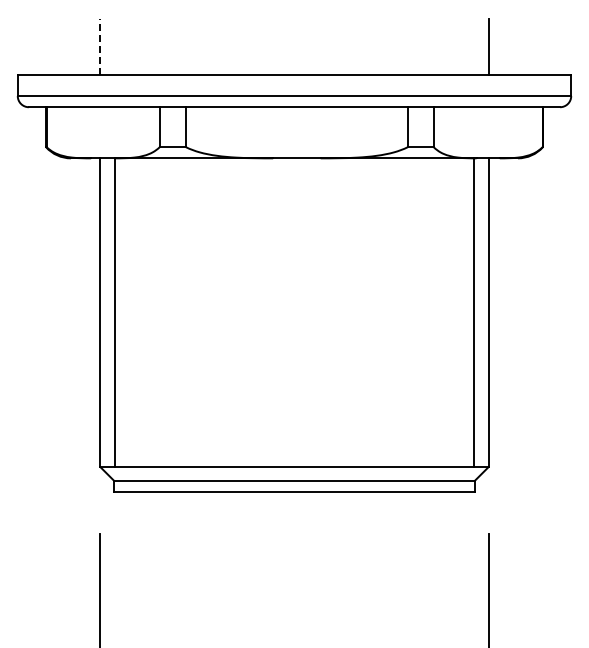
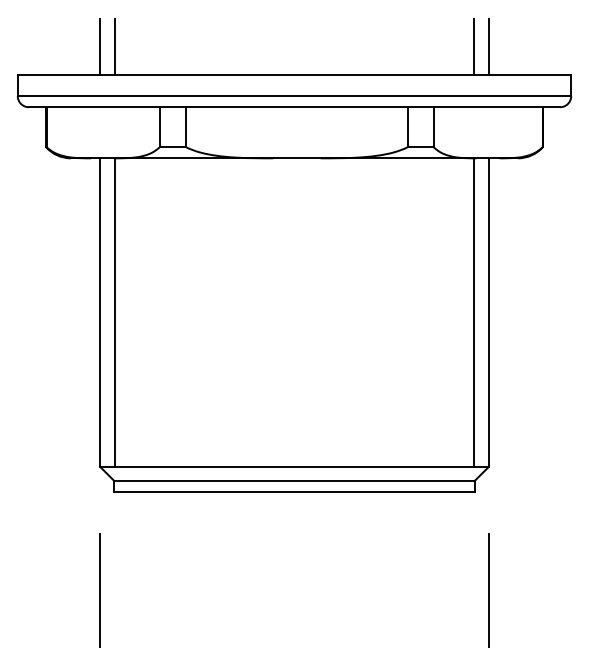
line at (100, 47): dashed -> solid
line at (114, 47): none -> present
line at (474, 47): none -> present
